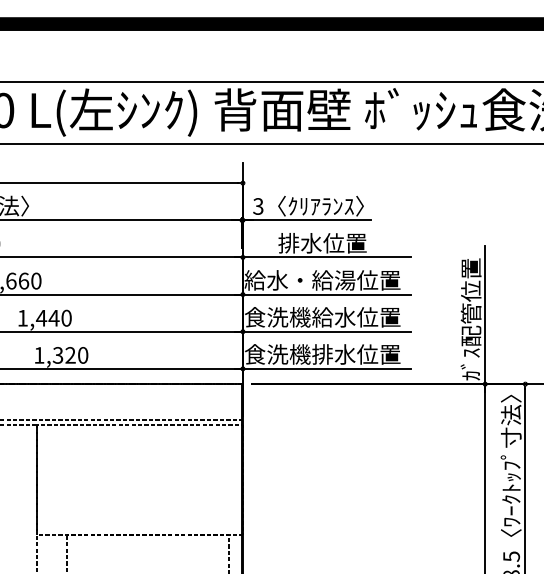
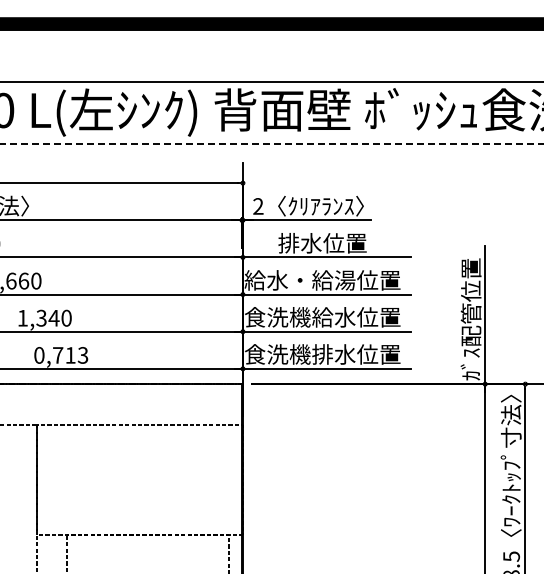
line at (272, 144): solid -> dashed
text at (258, 206): 3 -> 2
text at (41, 317): 1,440 -> 1,340
text at (61, 355): 1,320 -> 0,713
line at (122, 420): present -> none
